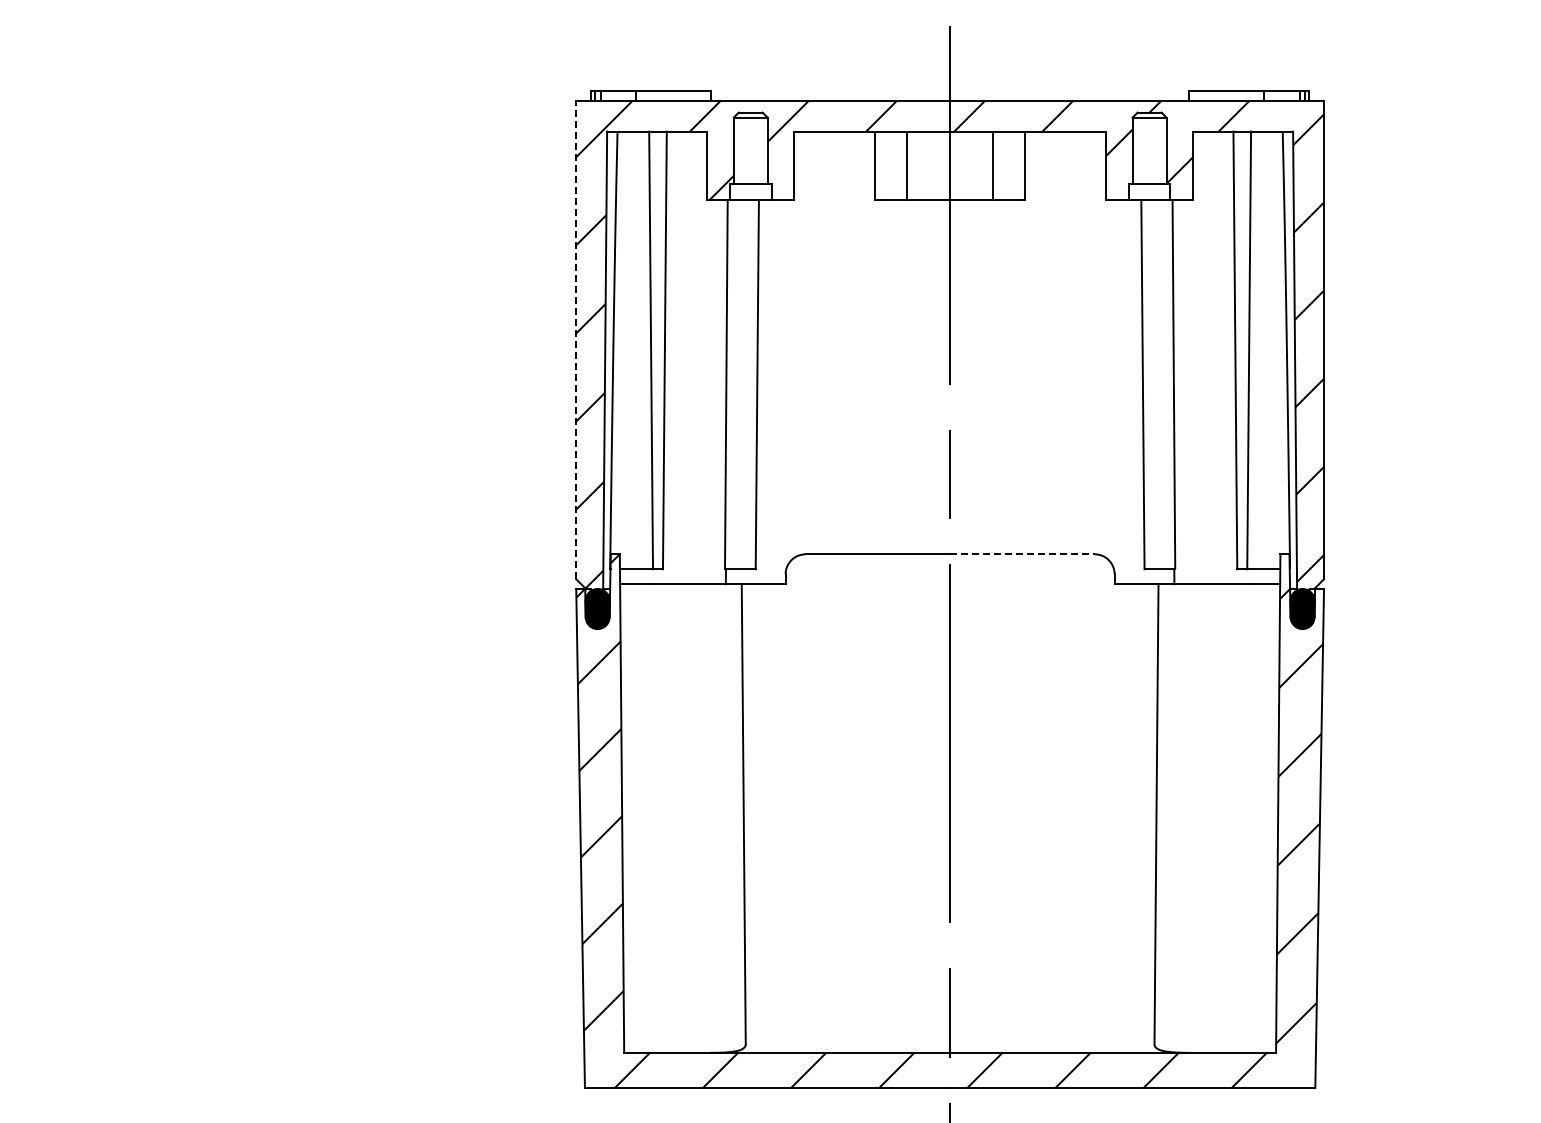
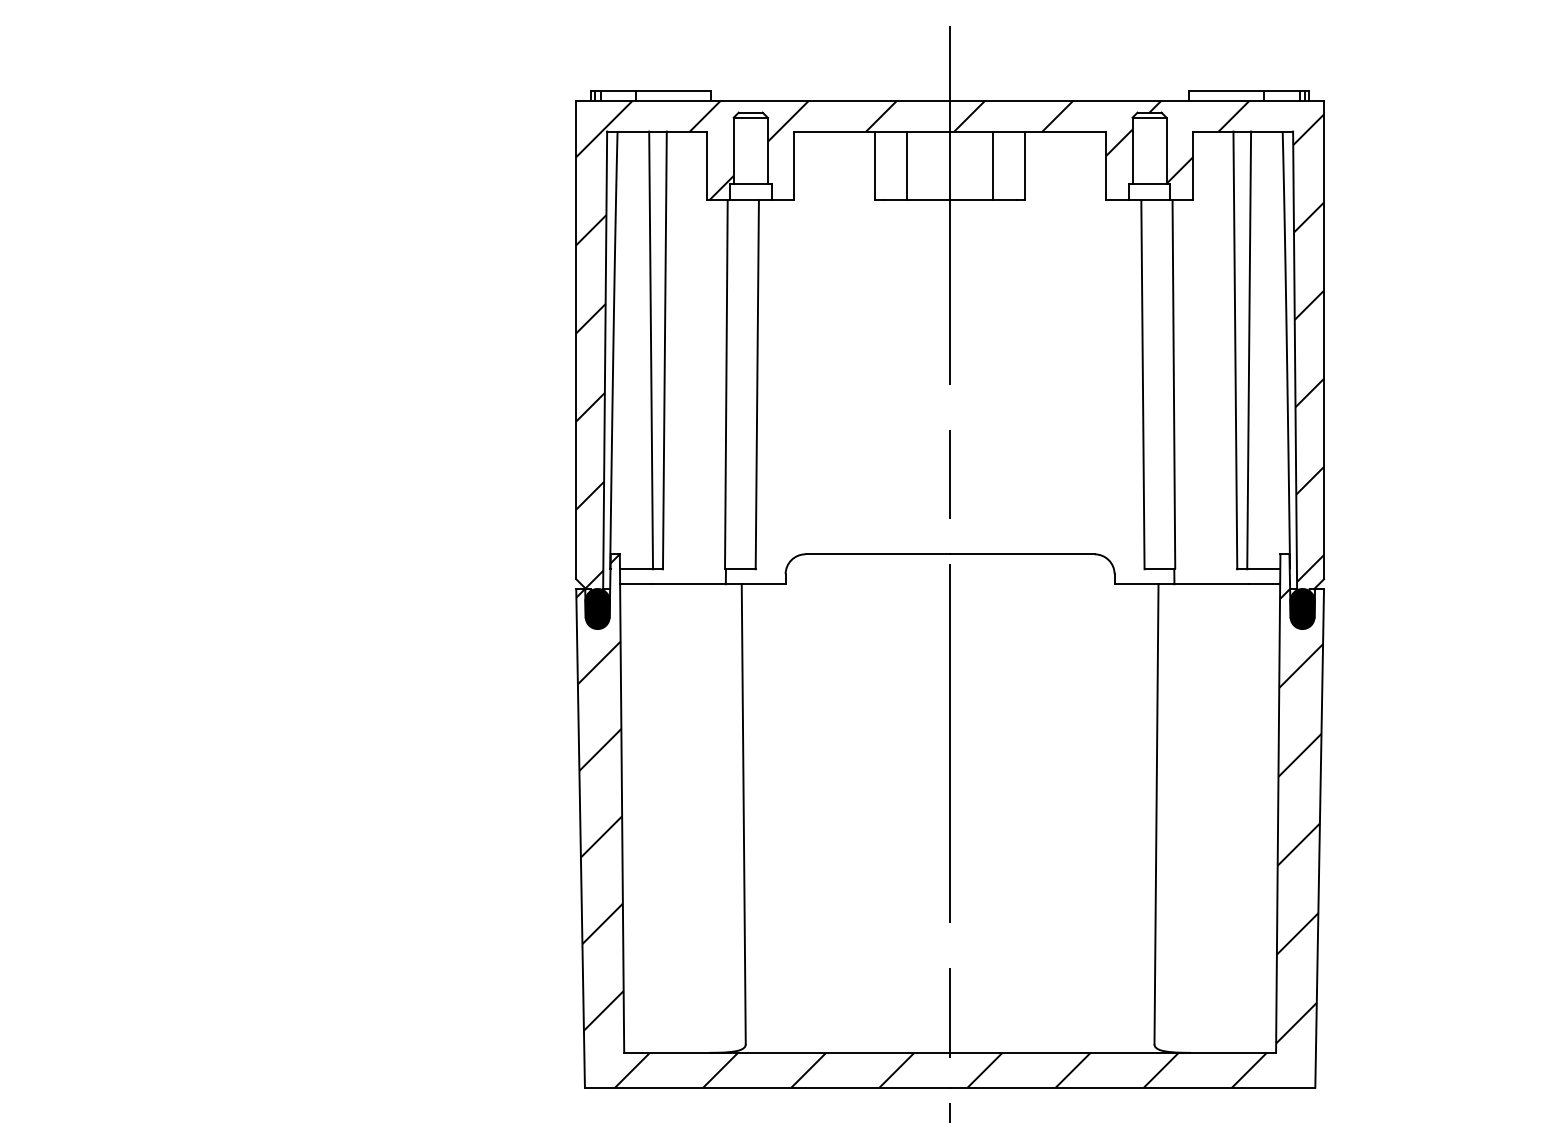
line at (576, 339): dashed -> solid
line at (1022, 554): dashed -> solid
